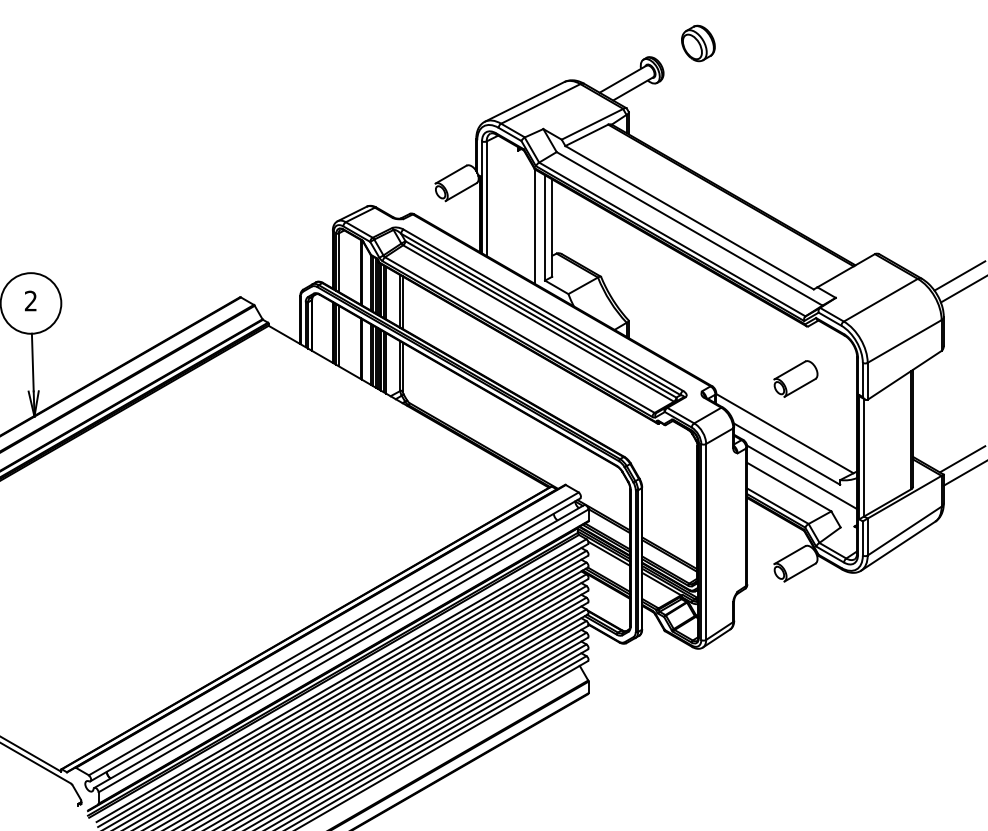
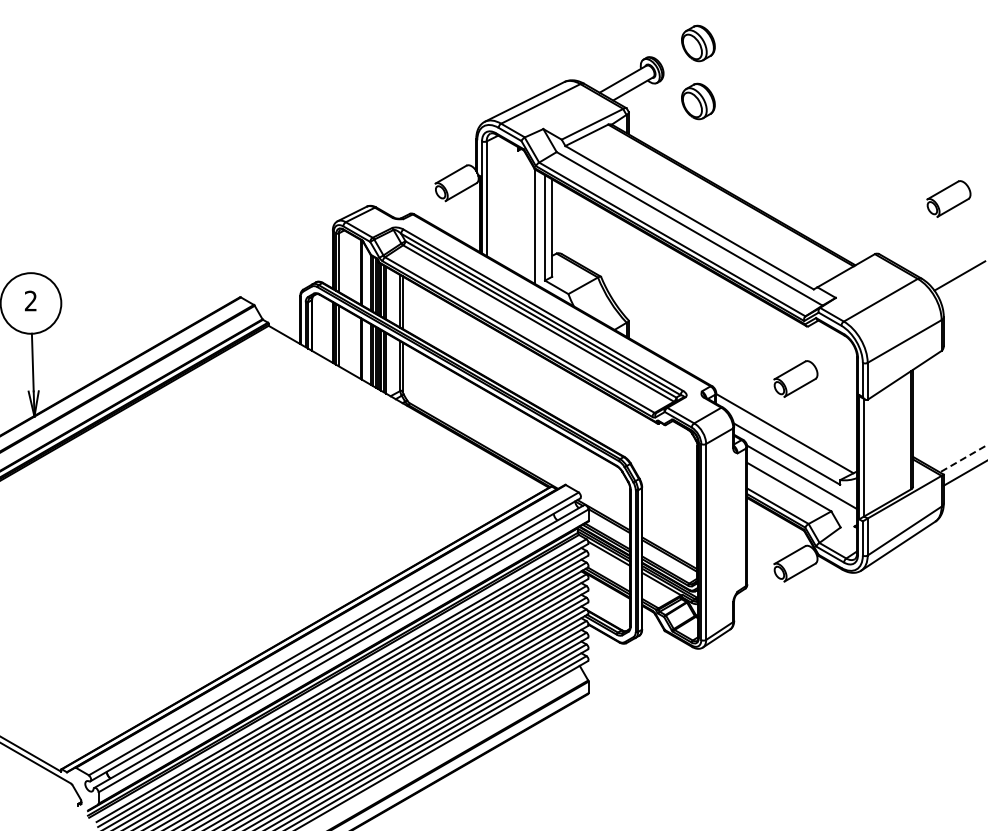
part at (698, 101): none -> present
part at (948, 198): none -> present
line at (962, 289): present -> none
line at (962, 459): solid -> dashed
